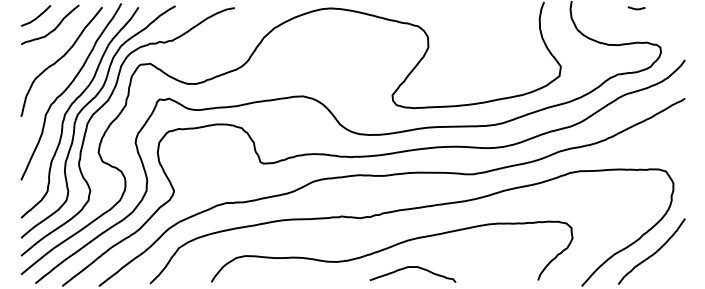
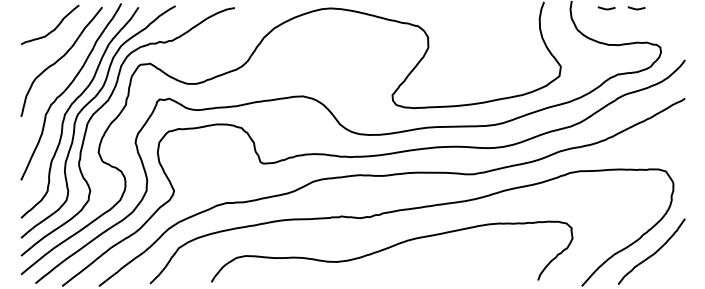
line at (606, 8): none -> present
curve at (37, 16): present -> none
curve at (412, 267): present -> none
